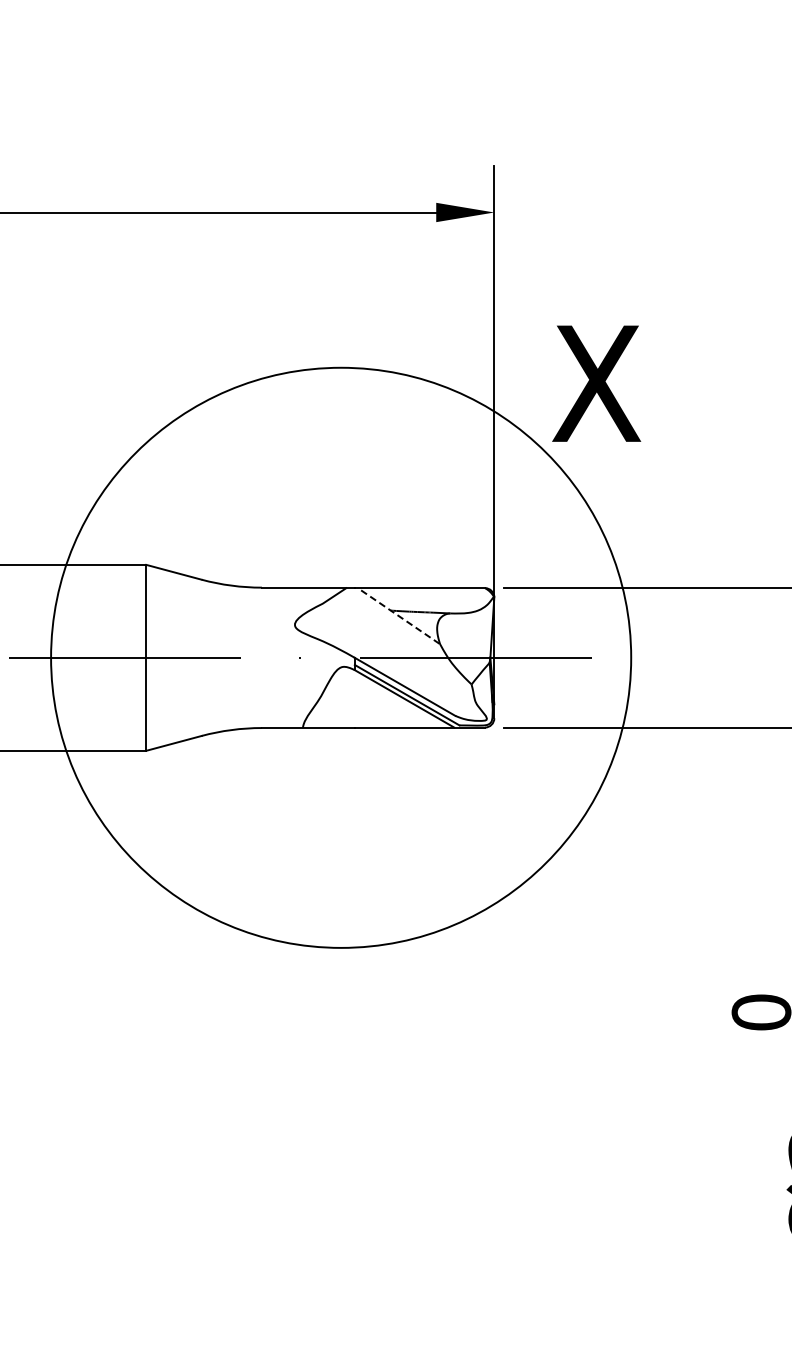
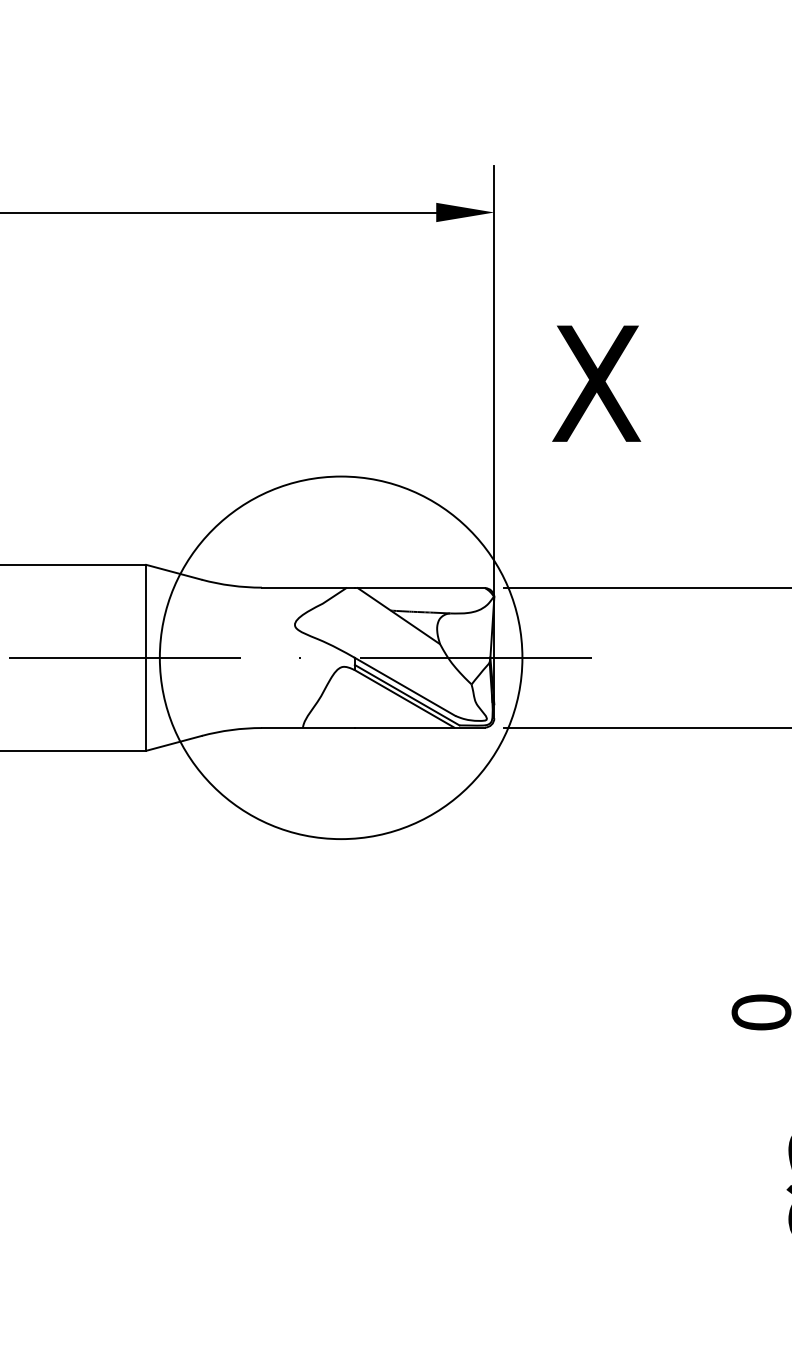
line at (398, 616): dashed -> solid
circle at (341, 657) diameter: 580 px -> 363 px
